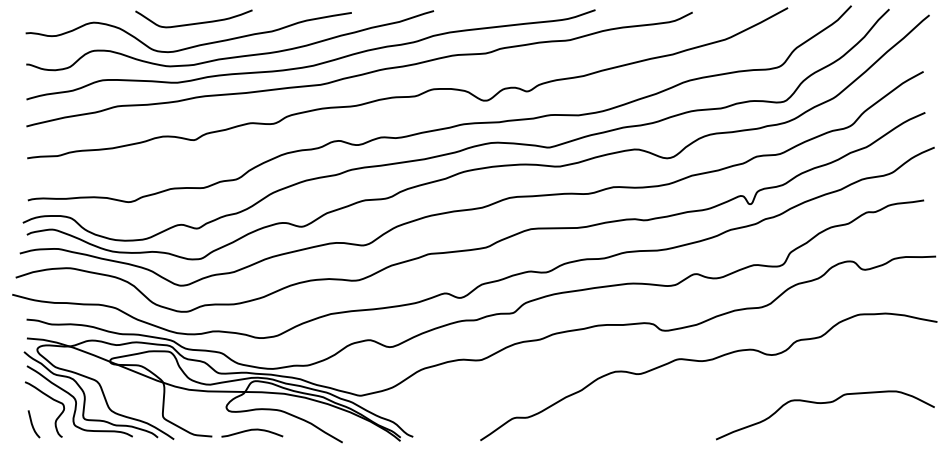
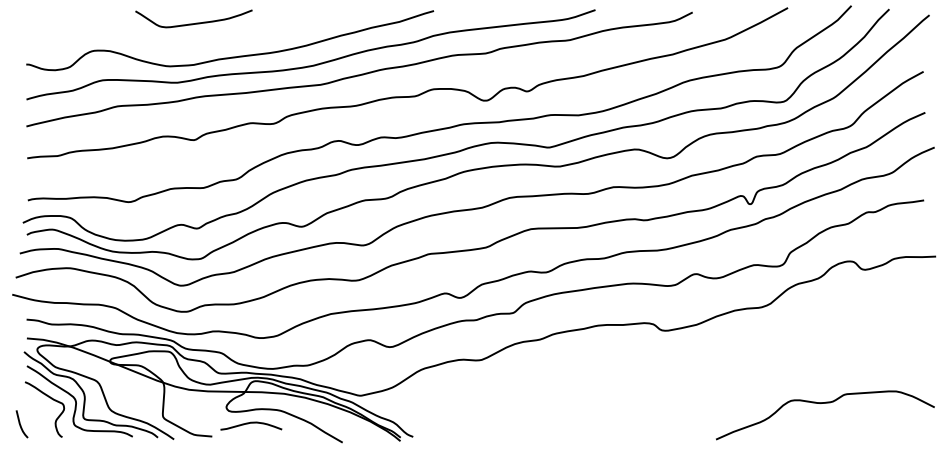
curve at (190, 46): present -> none
curve at (708, 361): present -> none
curve at (32, 424) position: (32, 424) -> (20, 424)
curve at (252, 430) position: (252, 430) -> (251, 423)
